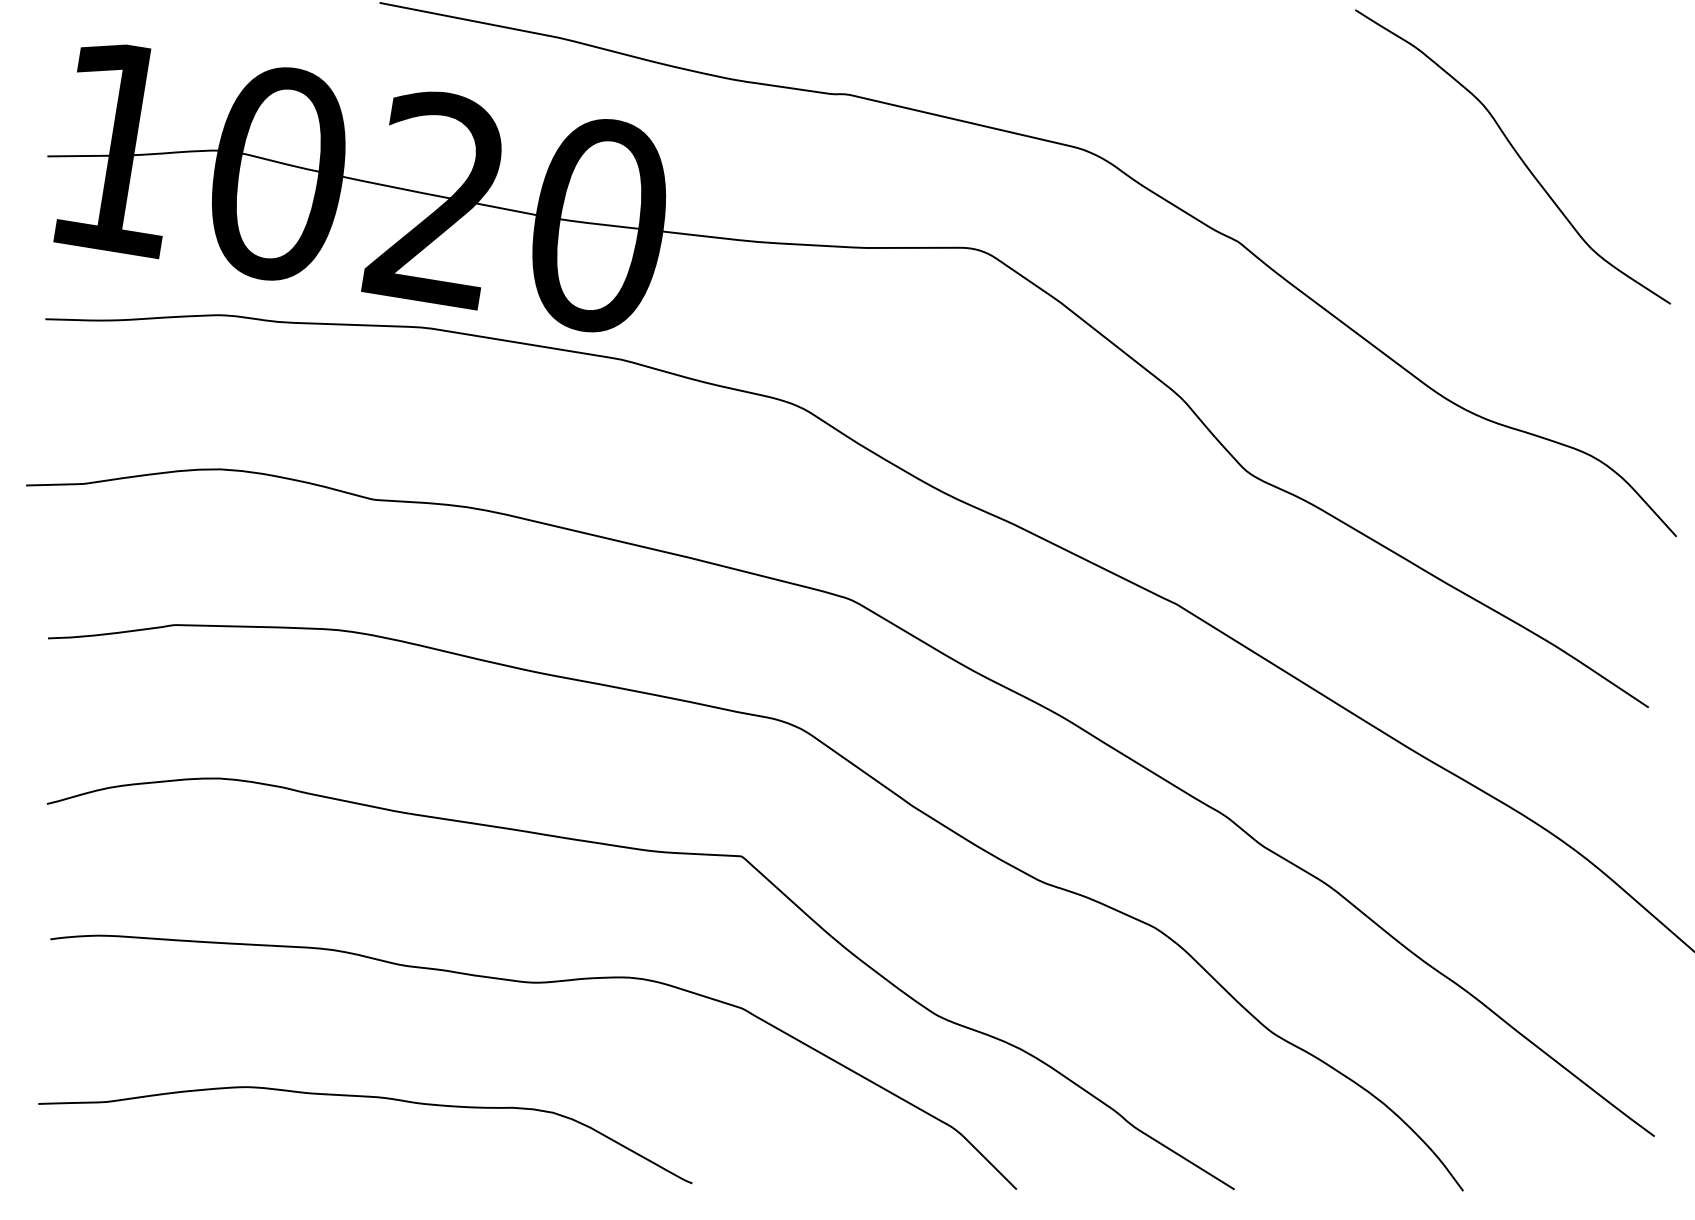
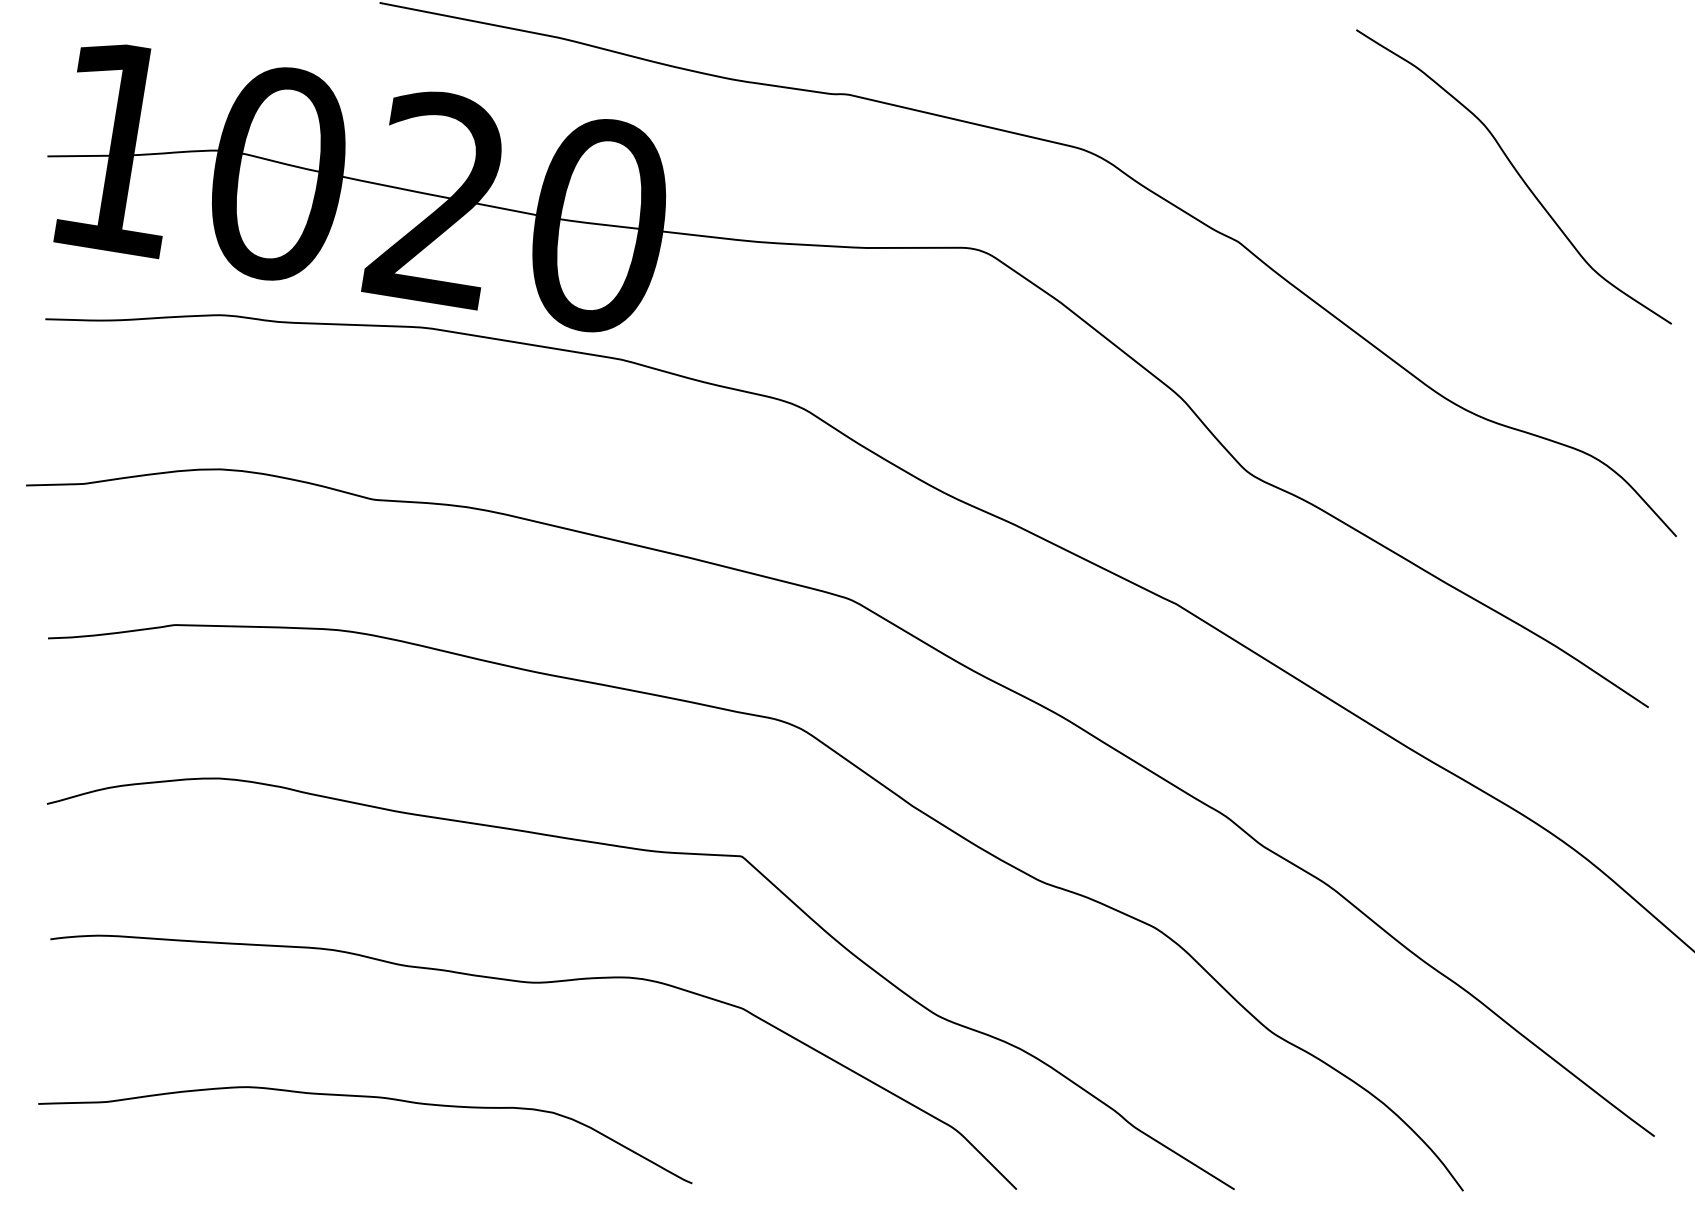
curve at (1516, 154) position: (1516, 154) -> (1517, 174)
